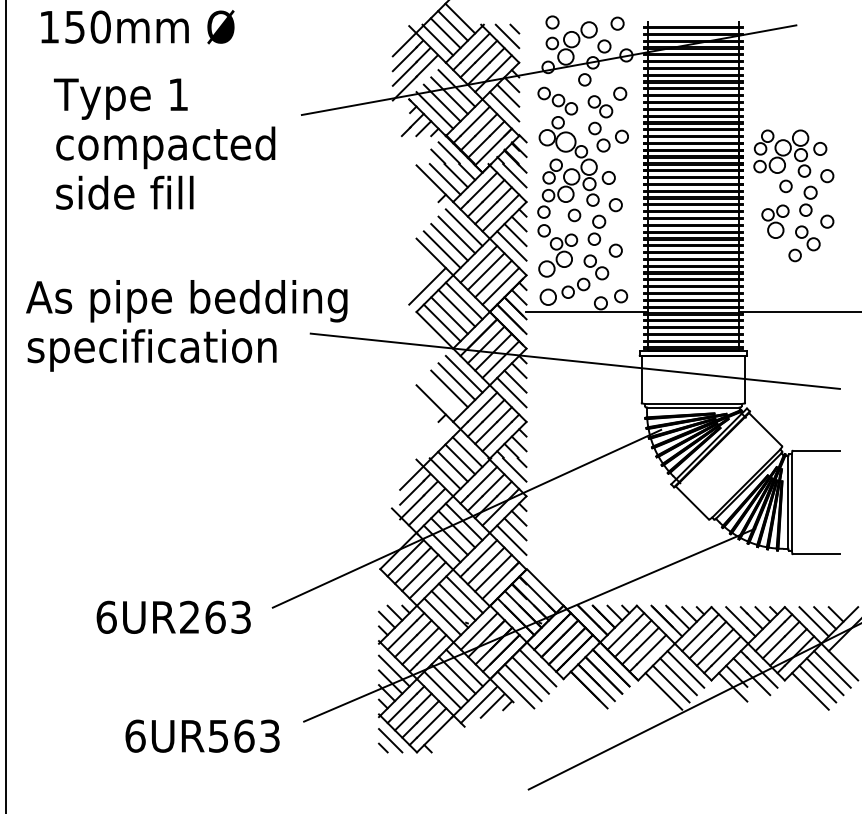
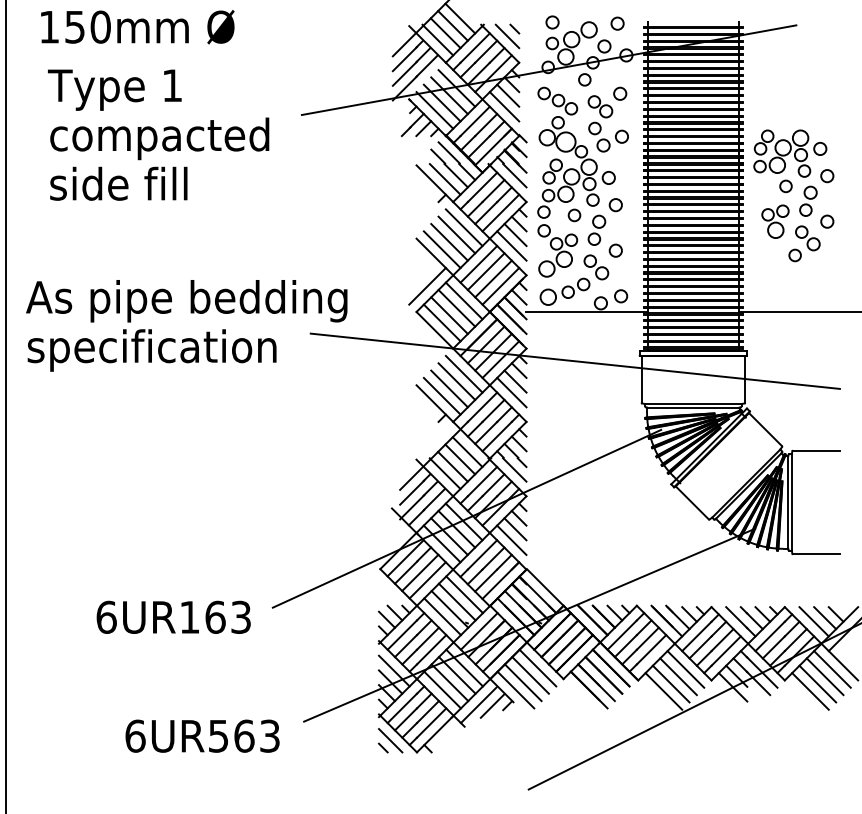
text at (164, 143) position: (164, 143) -> (158, 134)
line at (441, 395): none -> present
text at (189, 616): 6UR263 -> 6UR163
